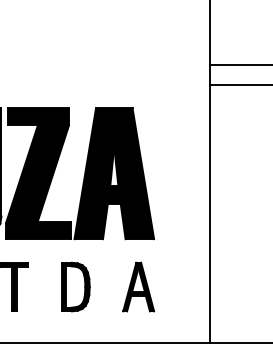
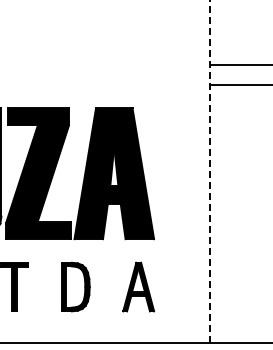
line at (209, 171): solid -> dashed
